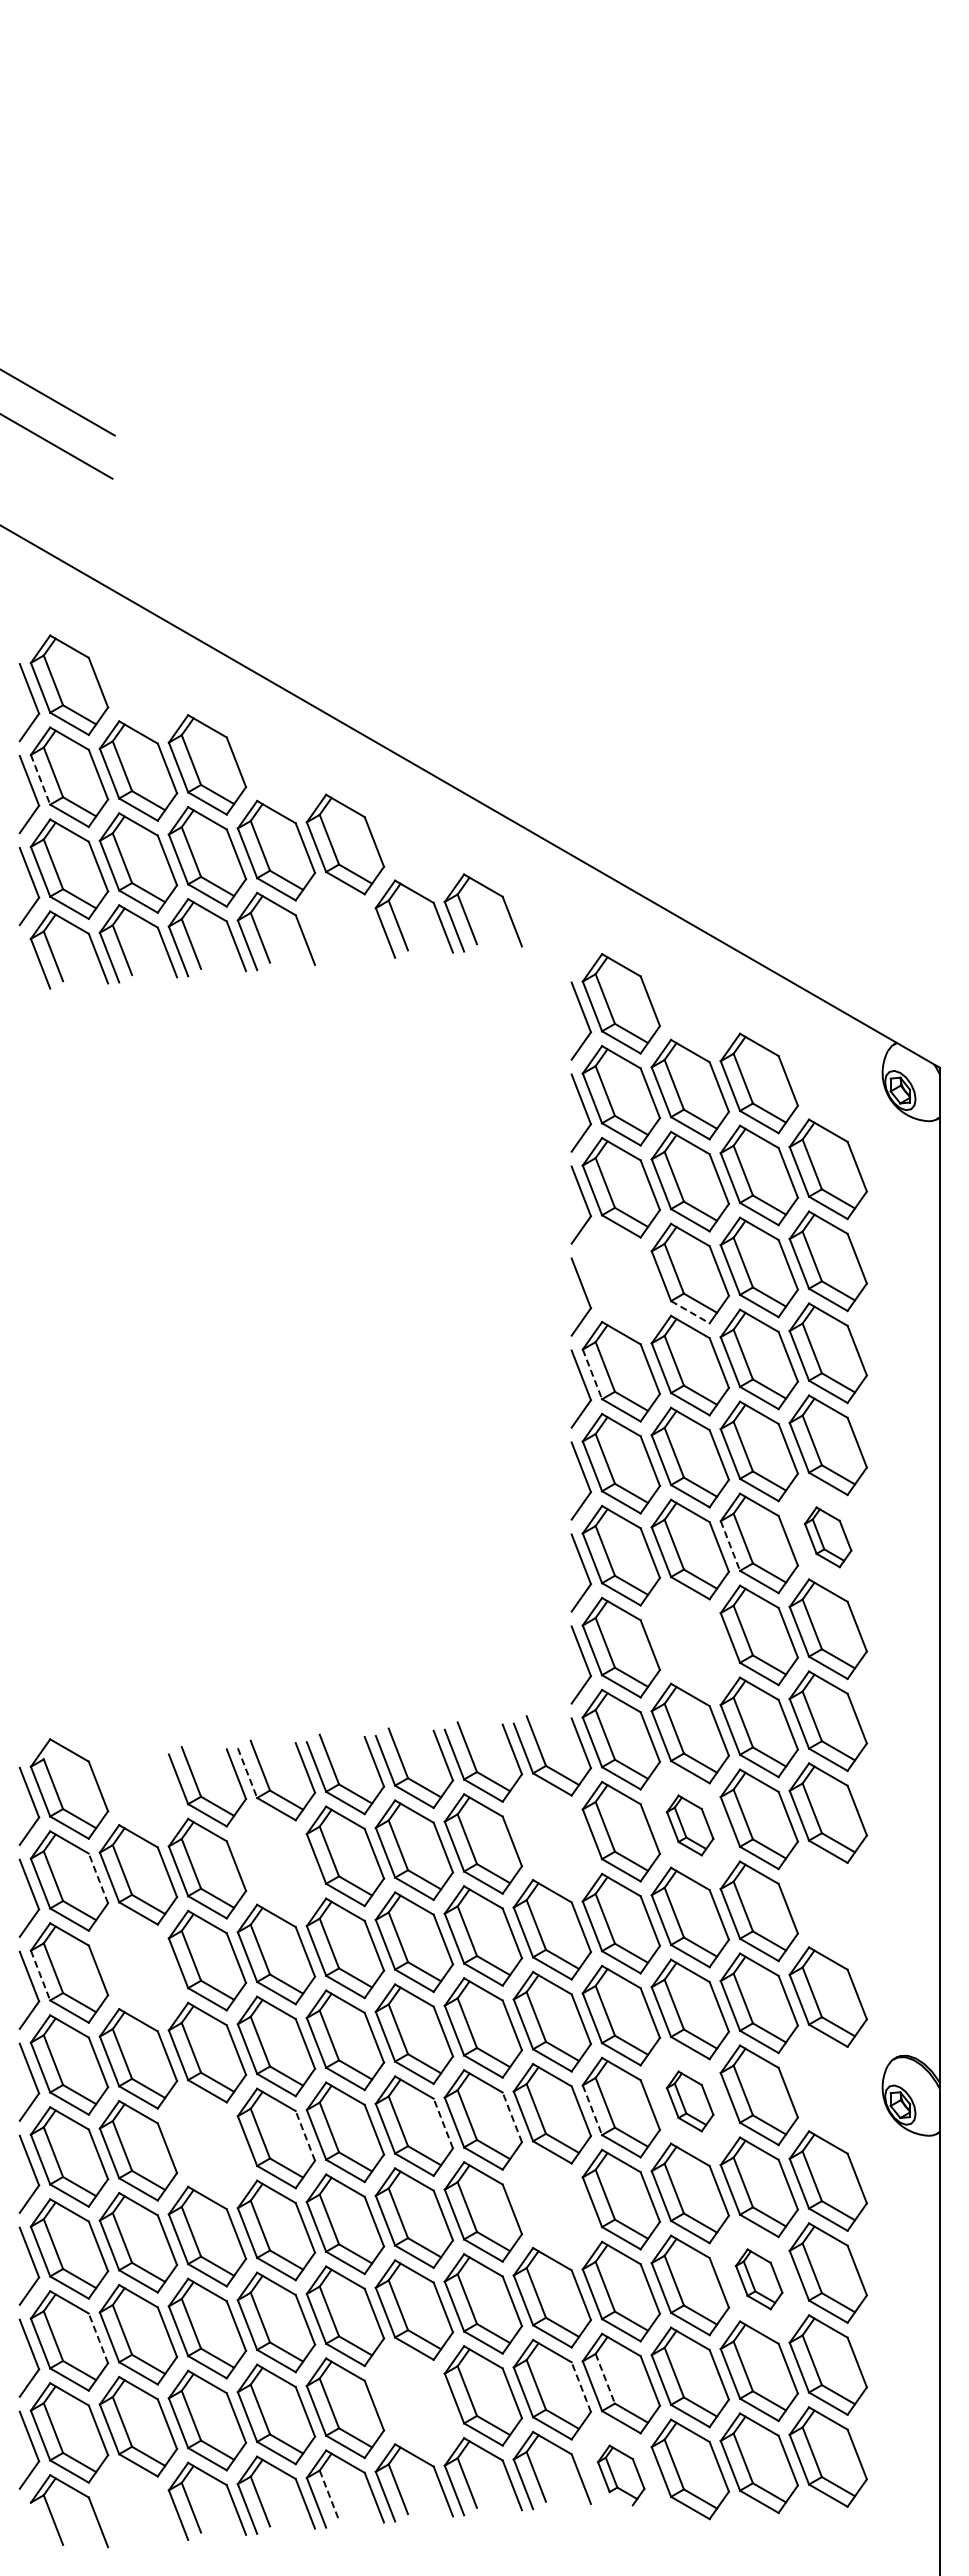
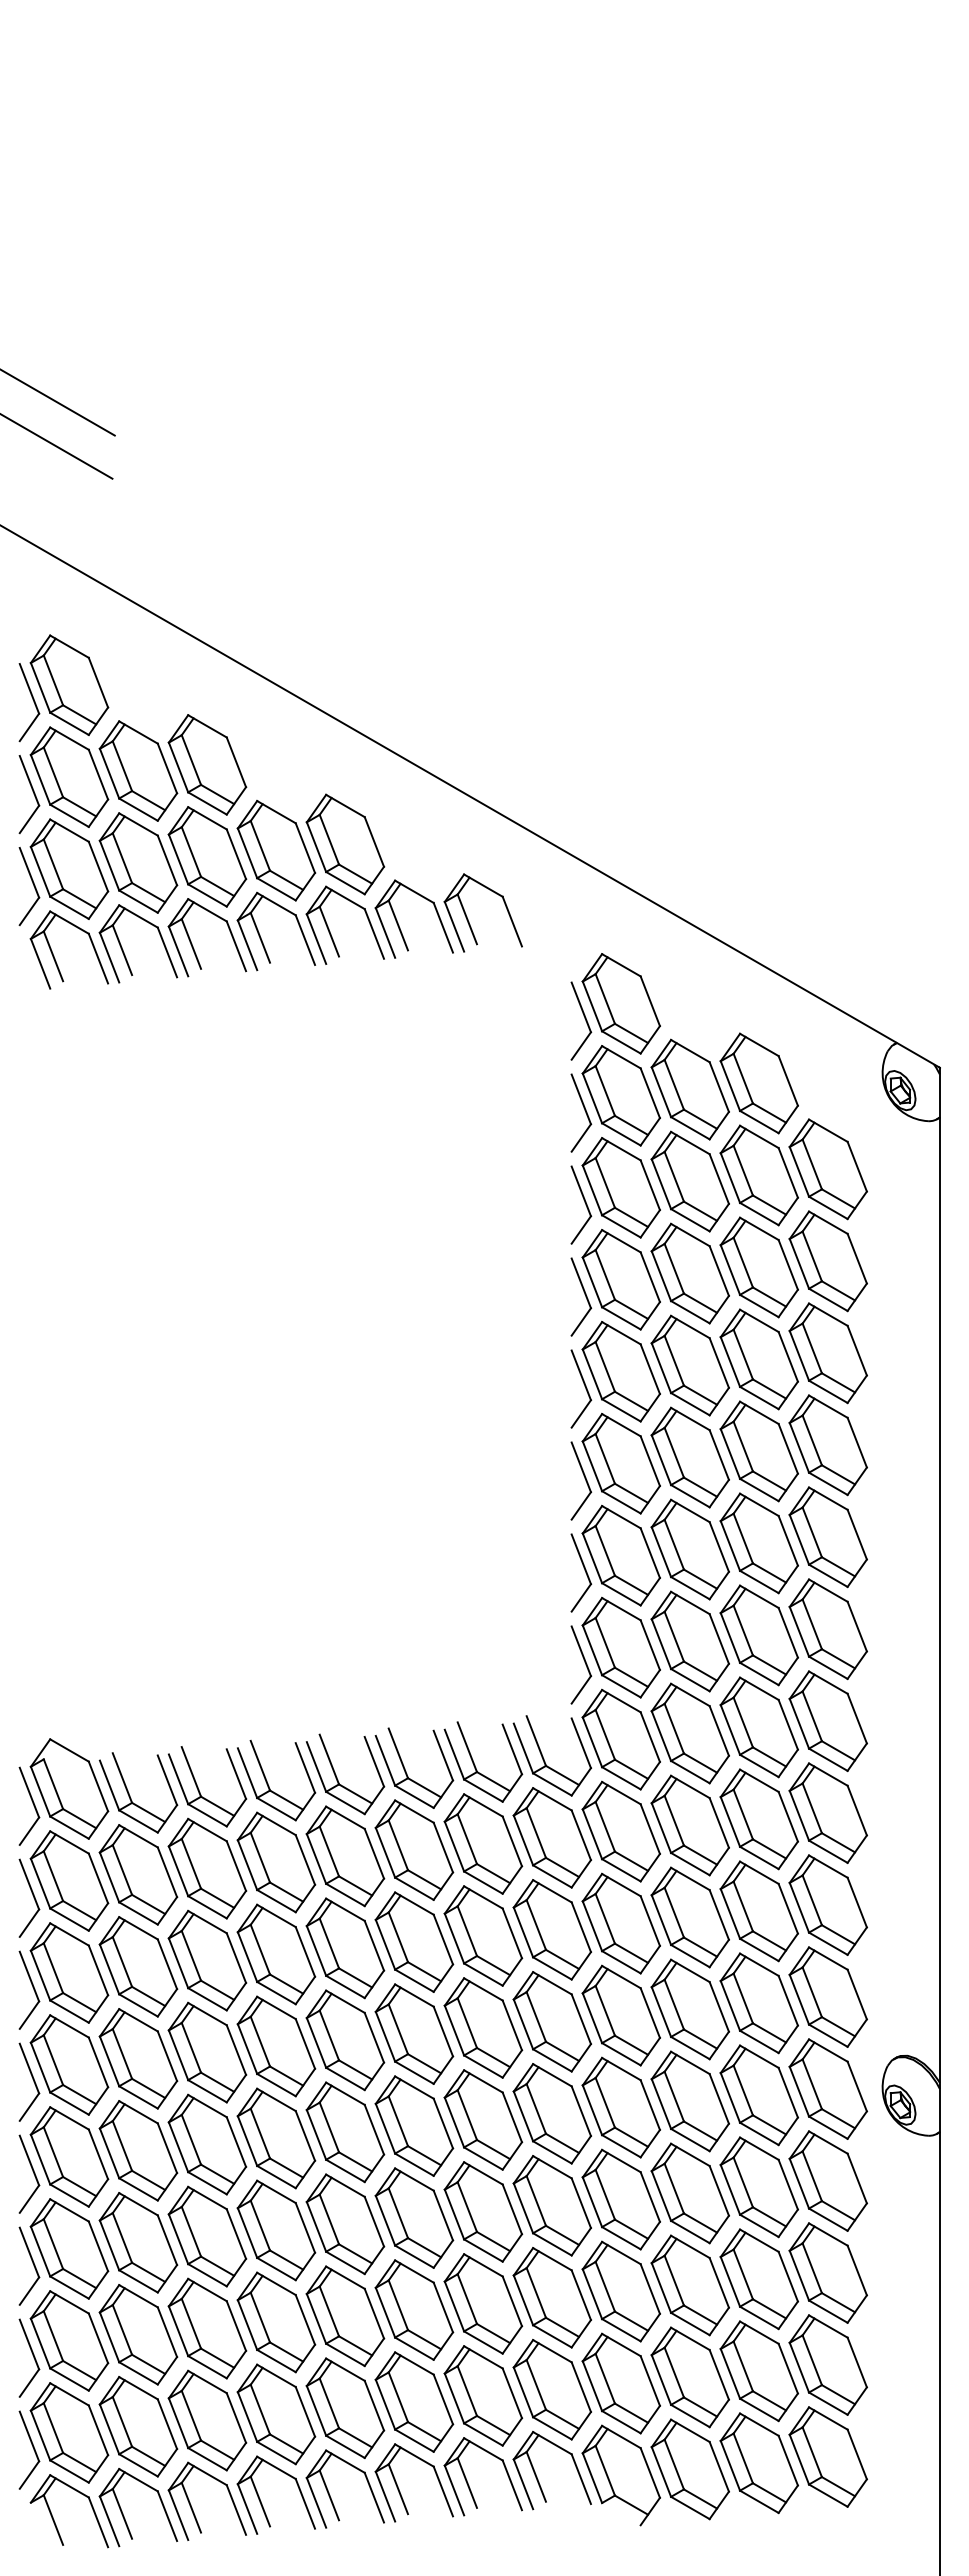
line at (40, 779): dashed -> solid
part at (329, 928): none -> present
part at (620, 1279): none -> present
line at (690, 1312): dashed -> solid
line at (592, 1374): dashed -> solid
part at (827, 1537) size: 50x63 px -> 80x103 px
line at (730, 1546): dashed -> solid
part at (689, 1641): none -> present
line at (247, 1773): dashed -> solid
part at (130, 1795): none -> present
part at (690, 1825) size: 49x63 px -> 80x103 px
part at (551, 1837): none -> present
part at (276, 1862): none -> present
line at (98, 1878): dashed -> solid
part at (827, 1904): none -> present
part at (138, 1966): none -> present
line at (40, 1975): dashed -> solid
part at (827, 2088): none -> present
part at (690, 2101) size: 49x63 px -> 80x103 px
line at (592, 2110): dashed -> solid
line at (512, 2117): dashed -> solid
line at (443, 2123): dashed -> solid
line at (305, 2135): dashed -> solid
part at (207, 2144): none -> present
part at (551, 2205): none -> present
part at (759, 2279) size: 49x63 px -> 80x103 px
line at (98, 2338): dashed -> solid
line at (605, 2378): dashed -> solid
line at (581, 2387): dashed -> solid
part at (414, 2401): none -> present
part at (621, 2475) size: 49x63 px -> 80x103 px
line at (329, 2495): dashed -> solid
part at (123, 2513): none -> present
